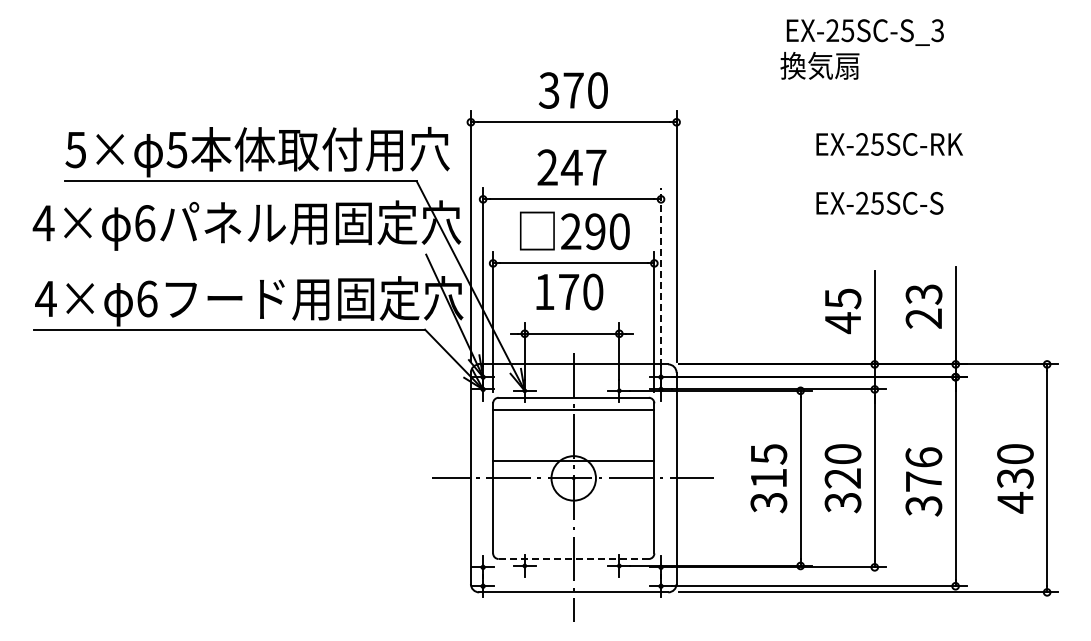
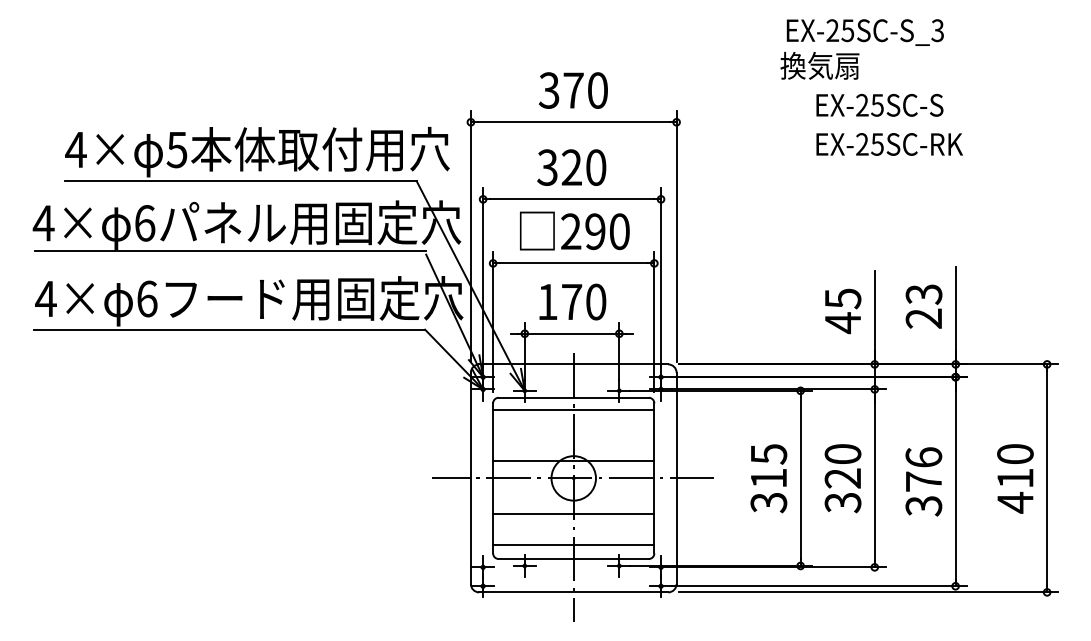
text at (75, 150): 5× -> 4×
text at (571, 167): 247 -> 320
text at (879, 203) position: (879, 203) -> (879, 105)
line at (230, 251): none -> present
line at (661, 277): dashed -> solid
text at (569, 291) position: (569, 291) -> (572, 301)
text at (1015, 478): 430 -> 410
line at (573, 513): none -> present
line at (573, 545): none -> present
line at (574, 559): dashed -> solid
